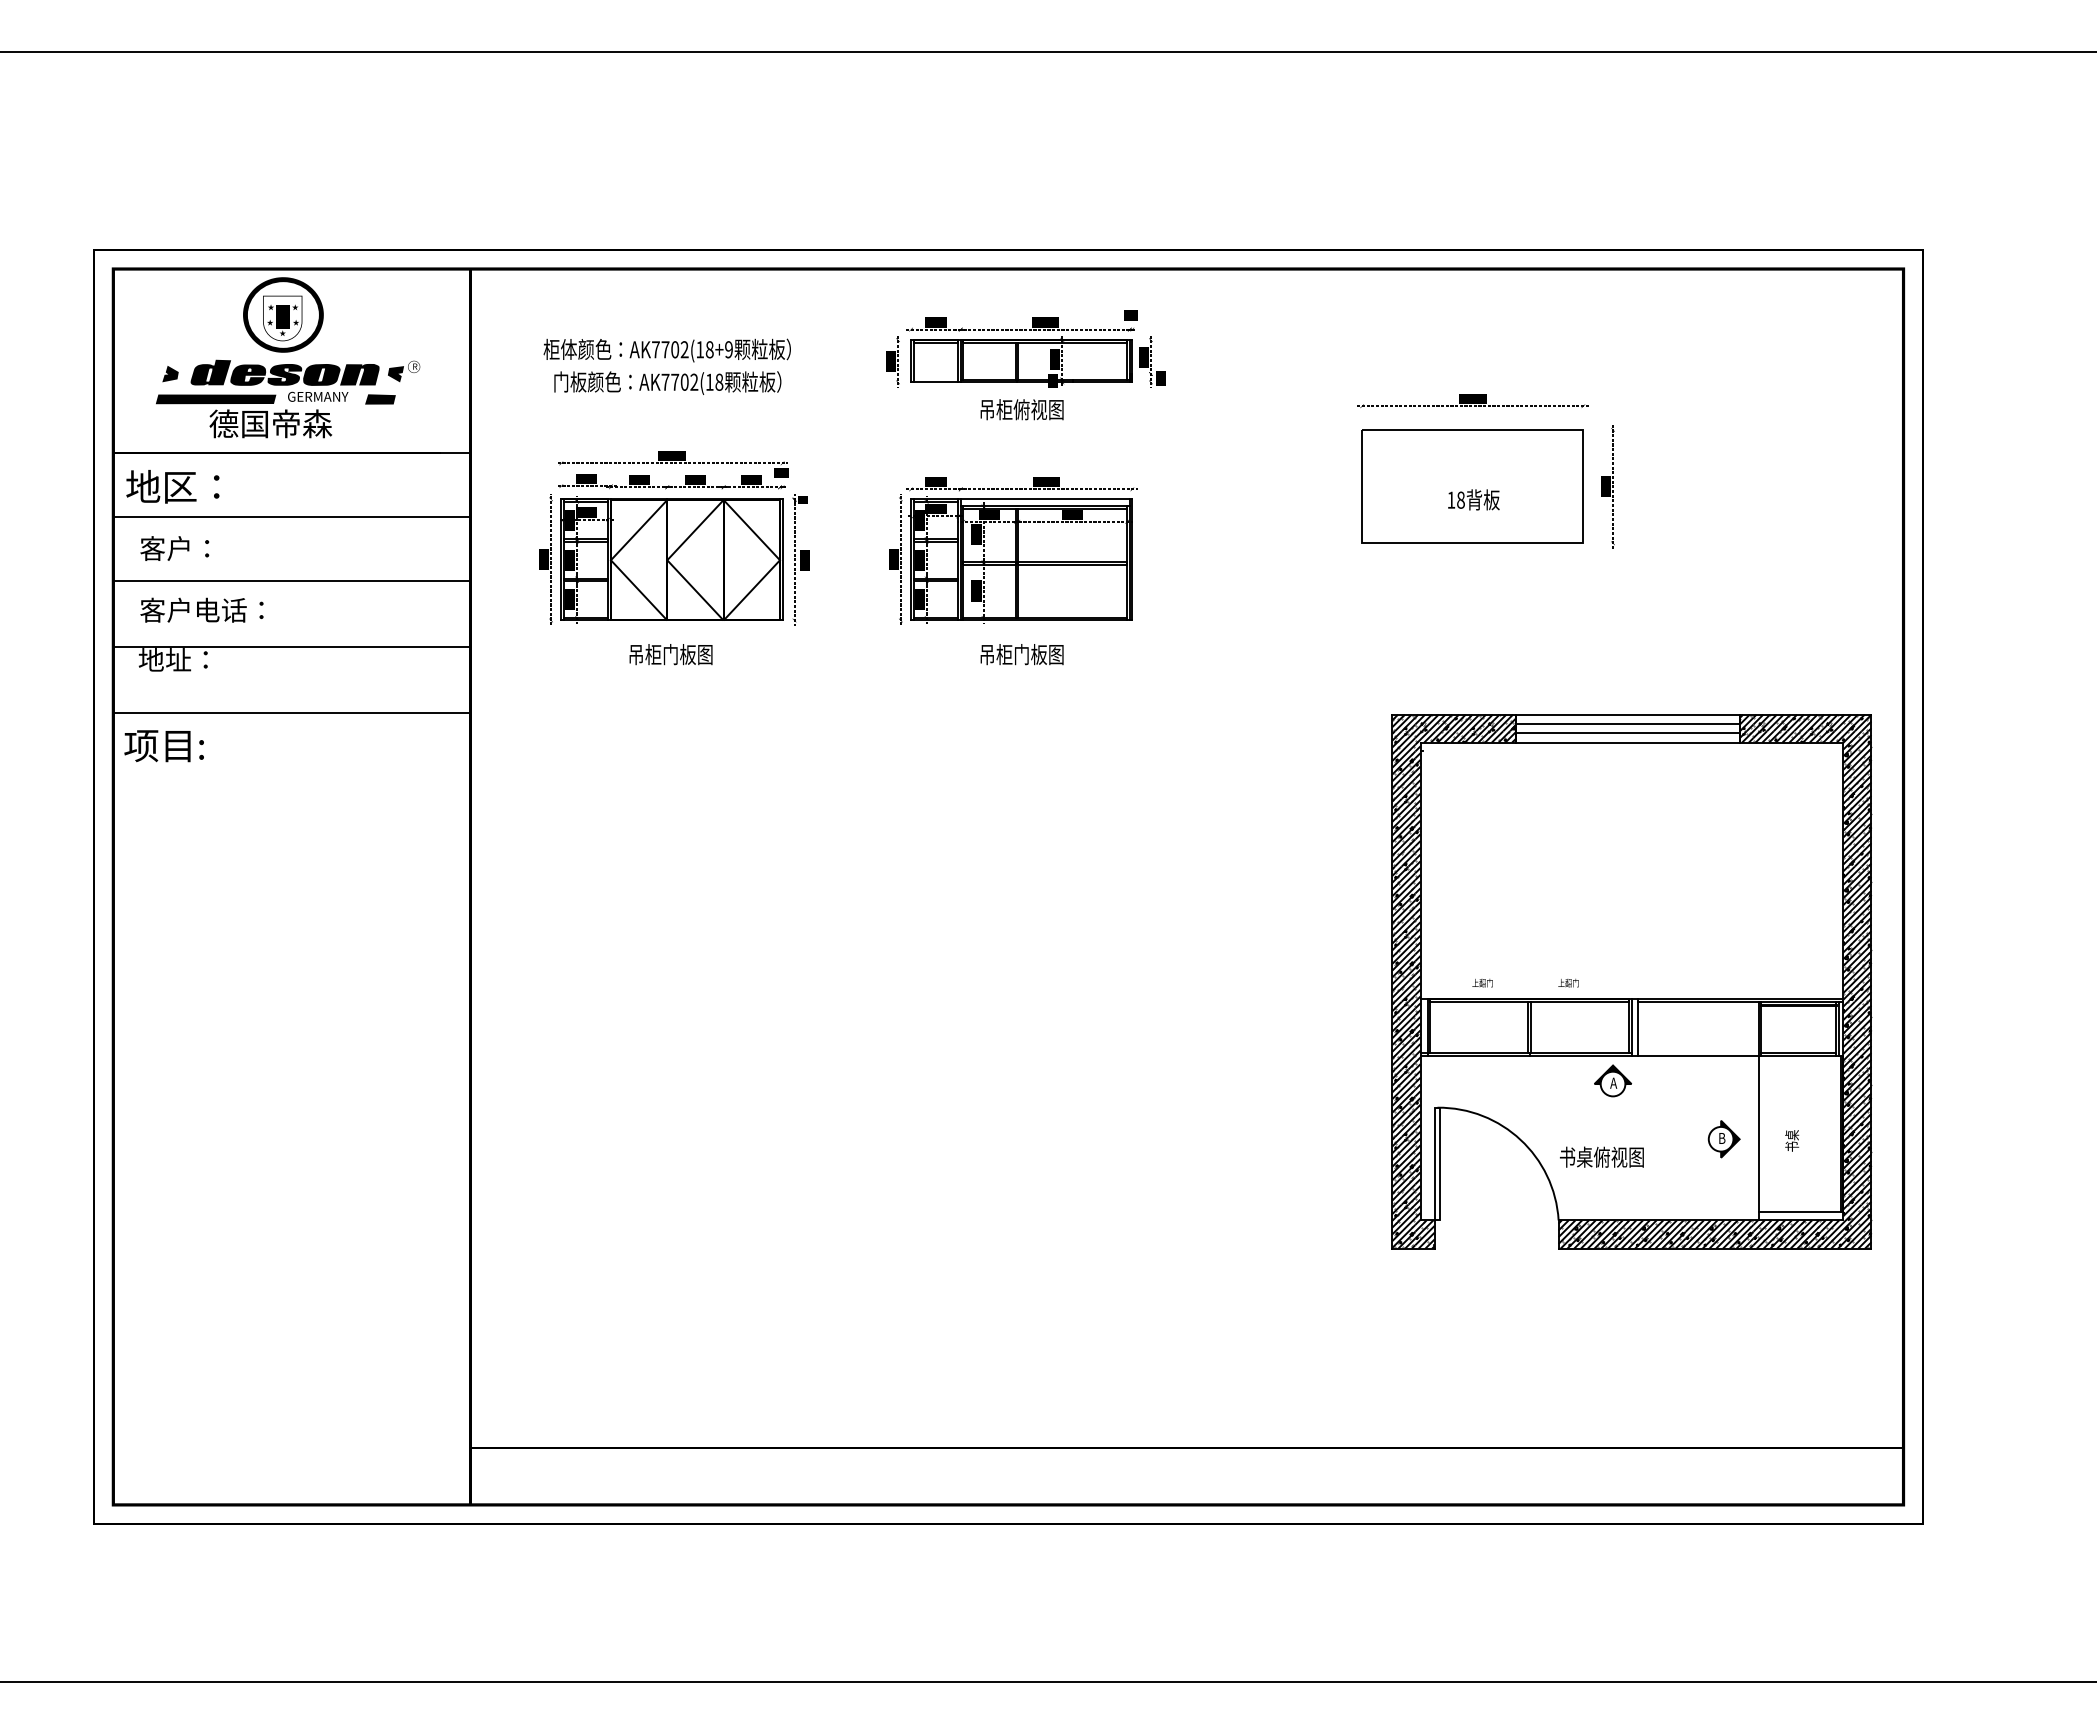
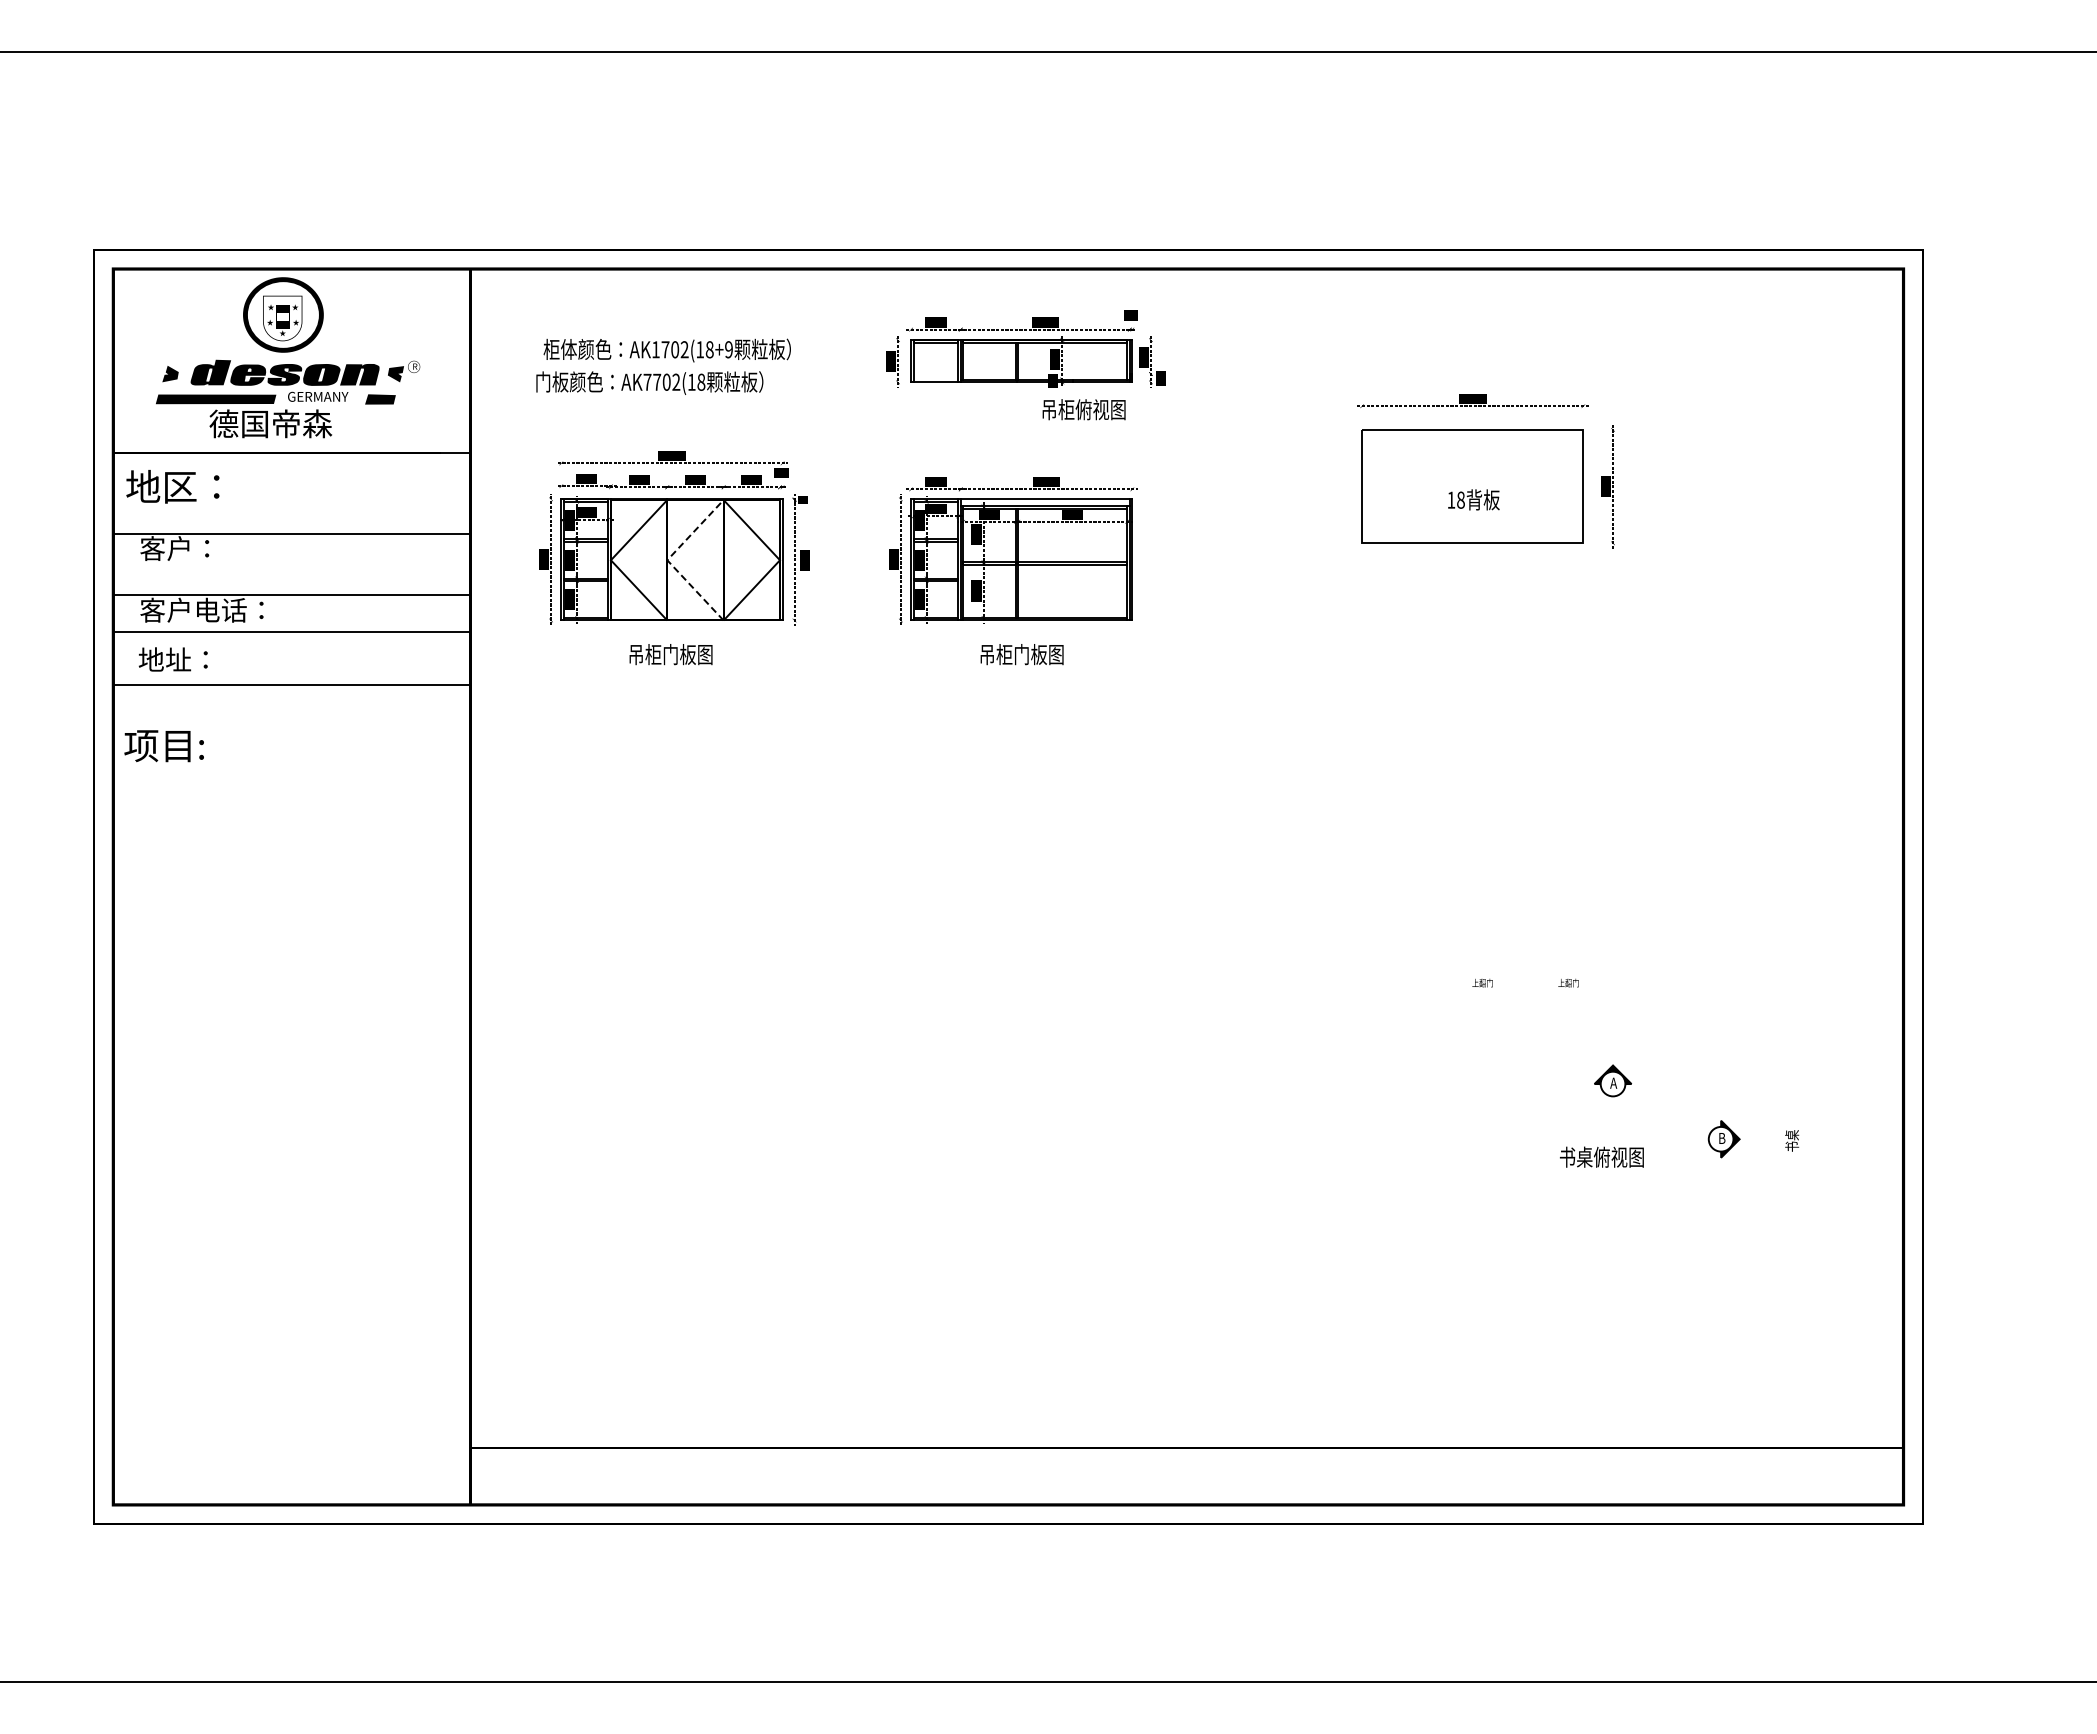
fill at (283, 316): present -> none
text at (655, 349): AK7702(18+9 -> AK1702(18+9
text at (667, 382) position: (667, 382) -> (649, 382)
text at (1021, 409) position: (1021, 409) -> (1083, 409)
line at (291, 517) position: (291, 517) -> (291, 534)
line at (667, 560): solid -> dashed
line at (292, 581) position: (292, 581) -> (292, 595)
line at (291, 647) position: (291, 647) -> (291, 632)
line at (291, 712) position: (291, 712) -> (291, 684)
part at (1631, 981): present -> none
